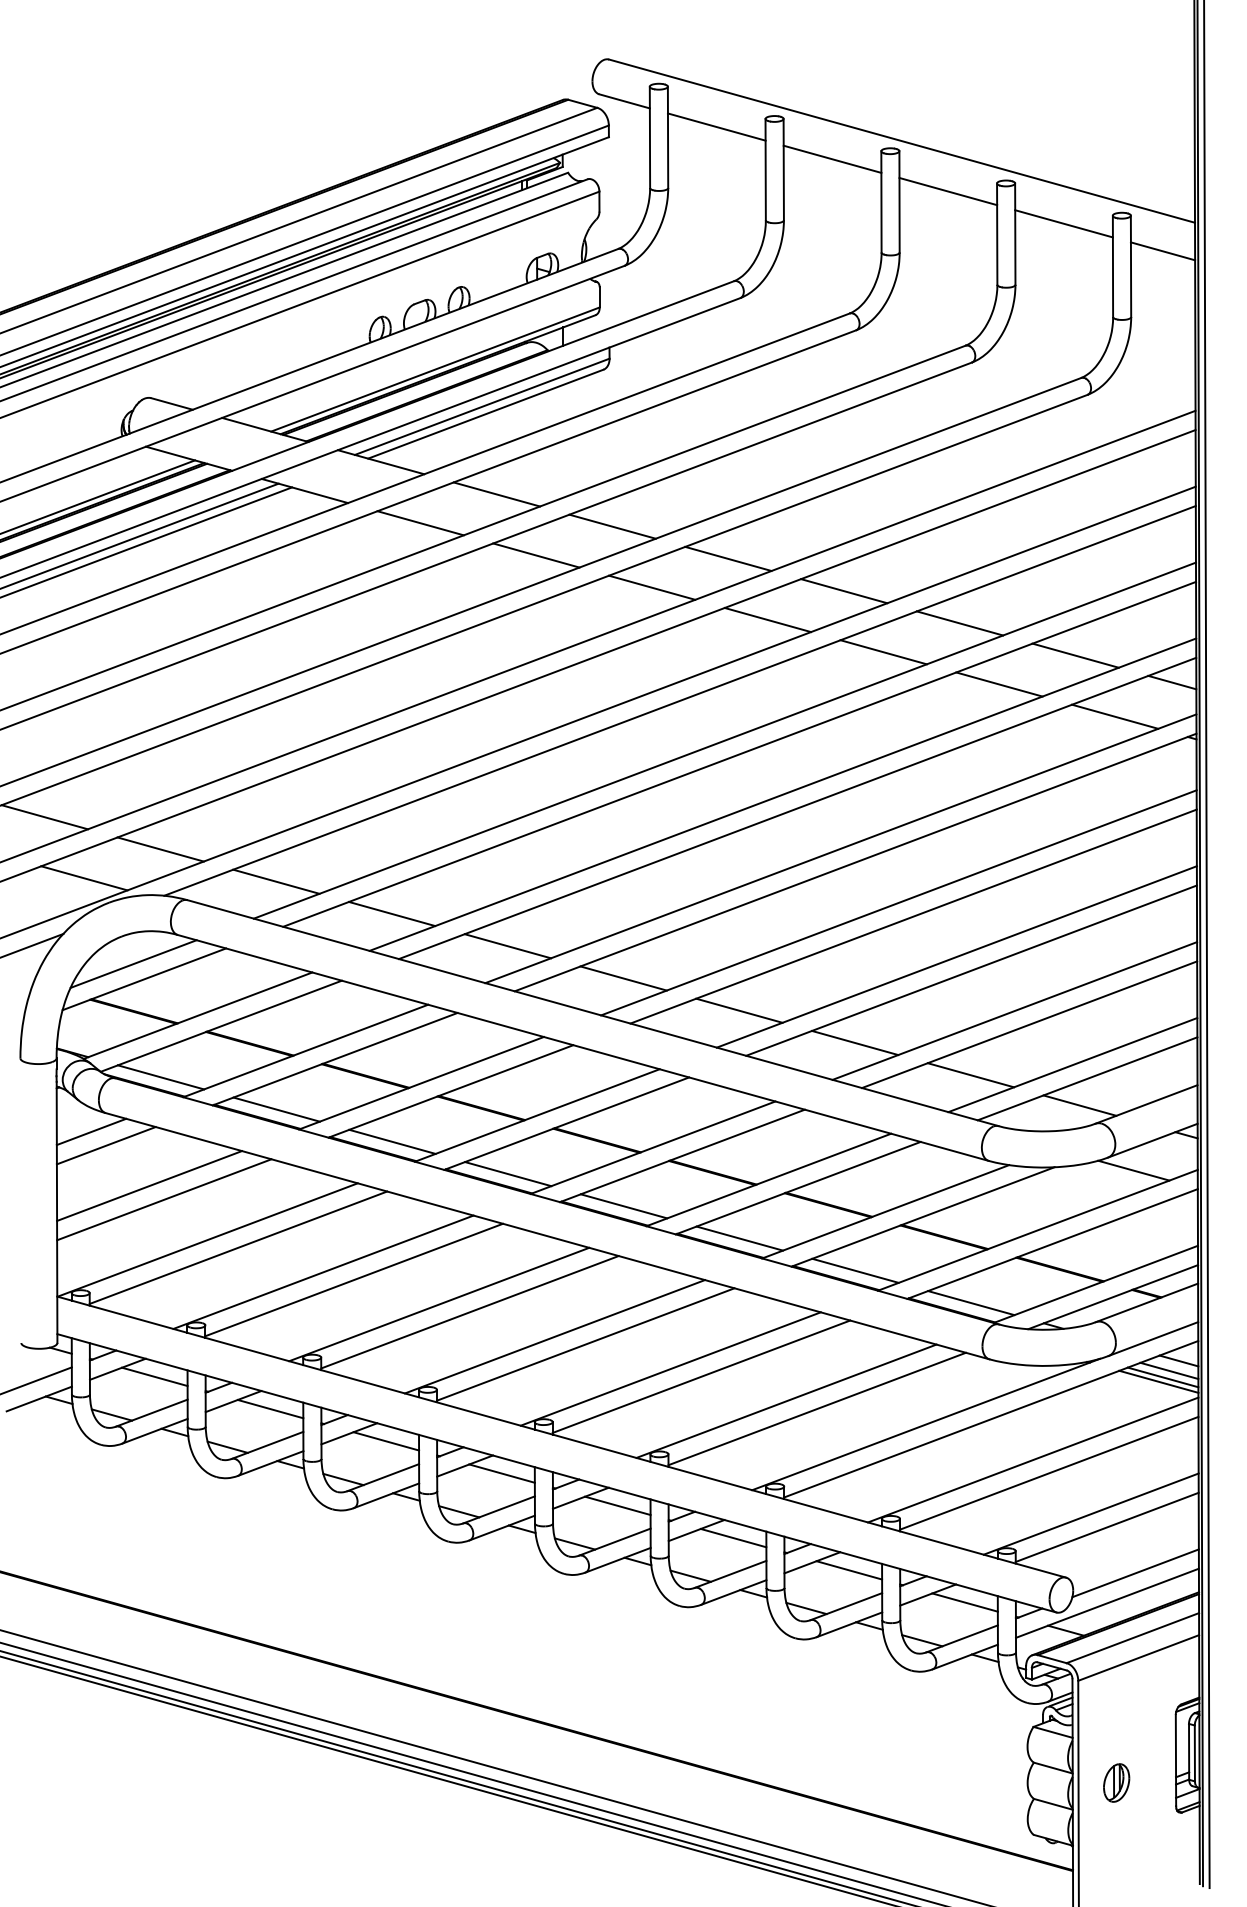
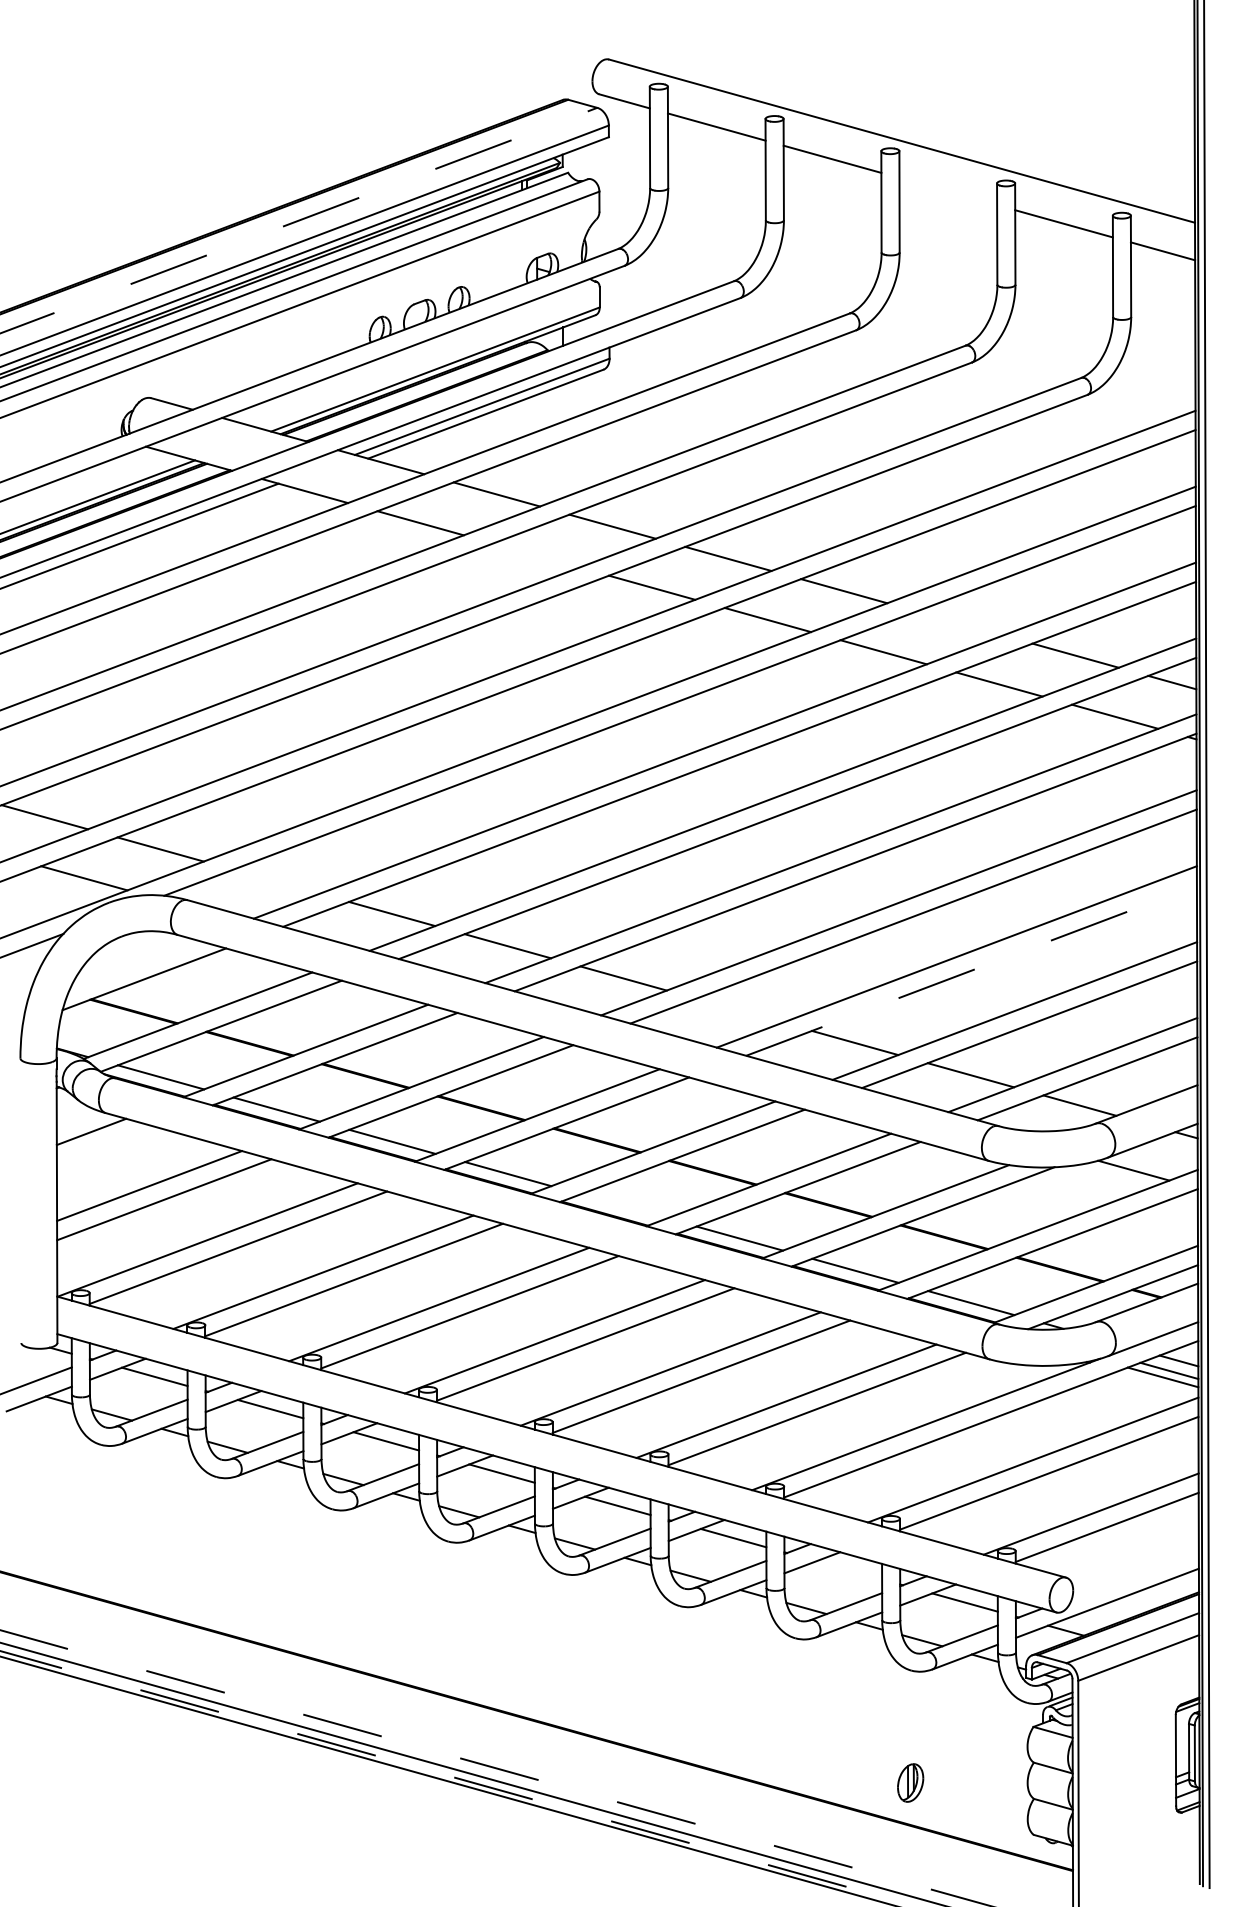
line at (948, 191): present -> none
line at (299, 220): solid -> dashed
line at (147, 541): present -> none
line at (536, 555): present -> none
line at (959, 623): present -> none
line at (276, 881): present -> none
line at (133, 963): present -> none
line at (971, 970): solid -> dashed
line at (739, 1010): present -> none
line at (105, 1145): present -> none
line at (623, 1206): present -> none
line at (1158, 1381): present -> none
line at (849, 1570): present -> none
line at (1135, 1573): present -> none
line at (497, 1768): solid -> dashed
line at (459, 1779): solid -> dashed
part at (1116, 1782) position: (1116, 1782) -> (910, 1782)
